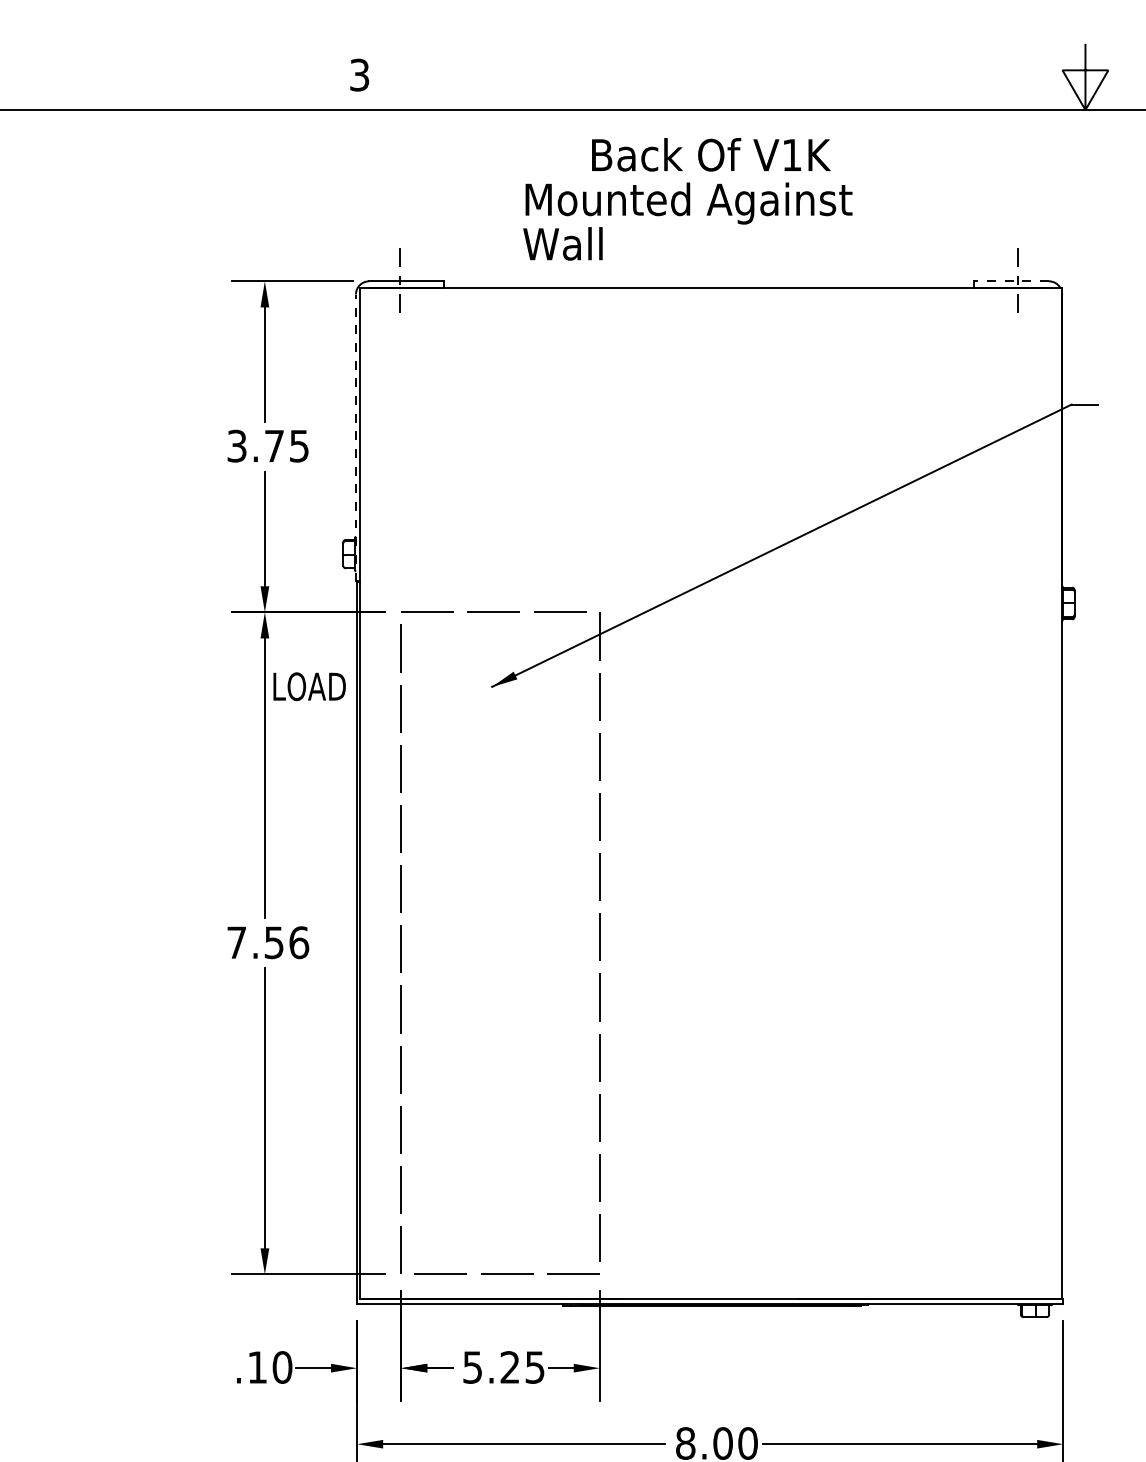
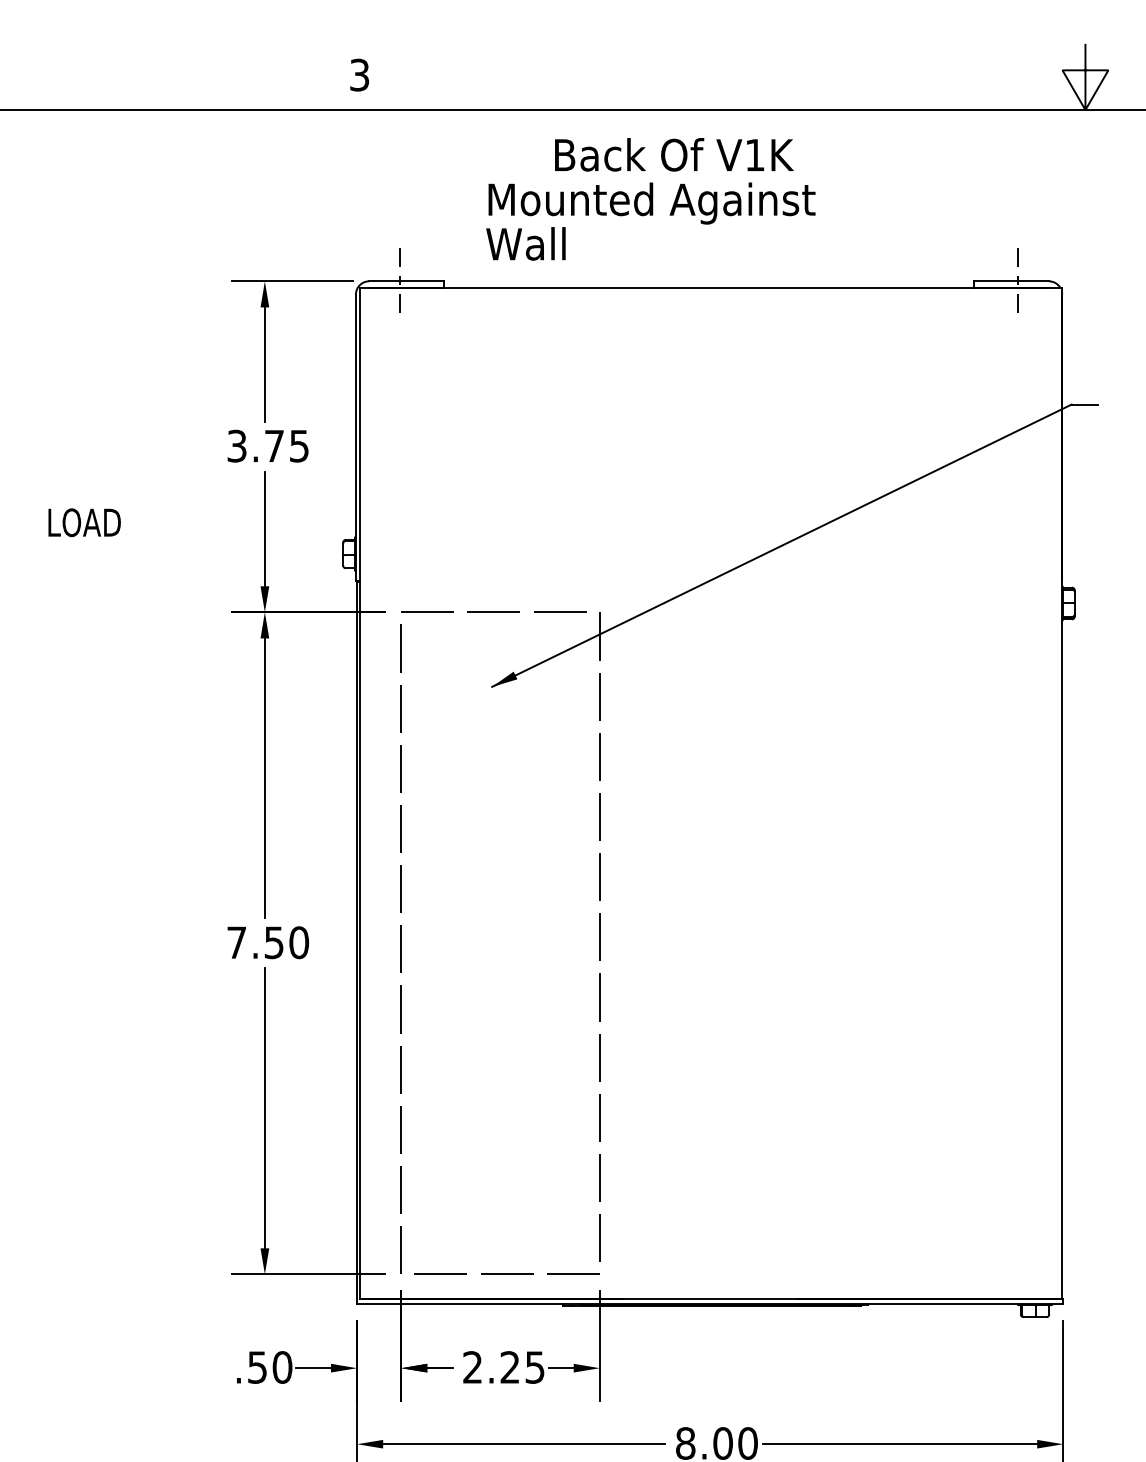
text at (687, 199) position: (687, 199) -> (650, 199)
line at (1011, 281): dashed -> solid
line at (355, 437): dashed -> solid
text at (309, 686) position: (309, 686) -> (84, 522)
text at (299, 942): 7.56 -> 7.50
text at (257, 1367): .10 -> .50
text at (472, 1367): 5.25 -> 2.25
